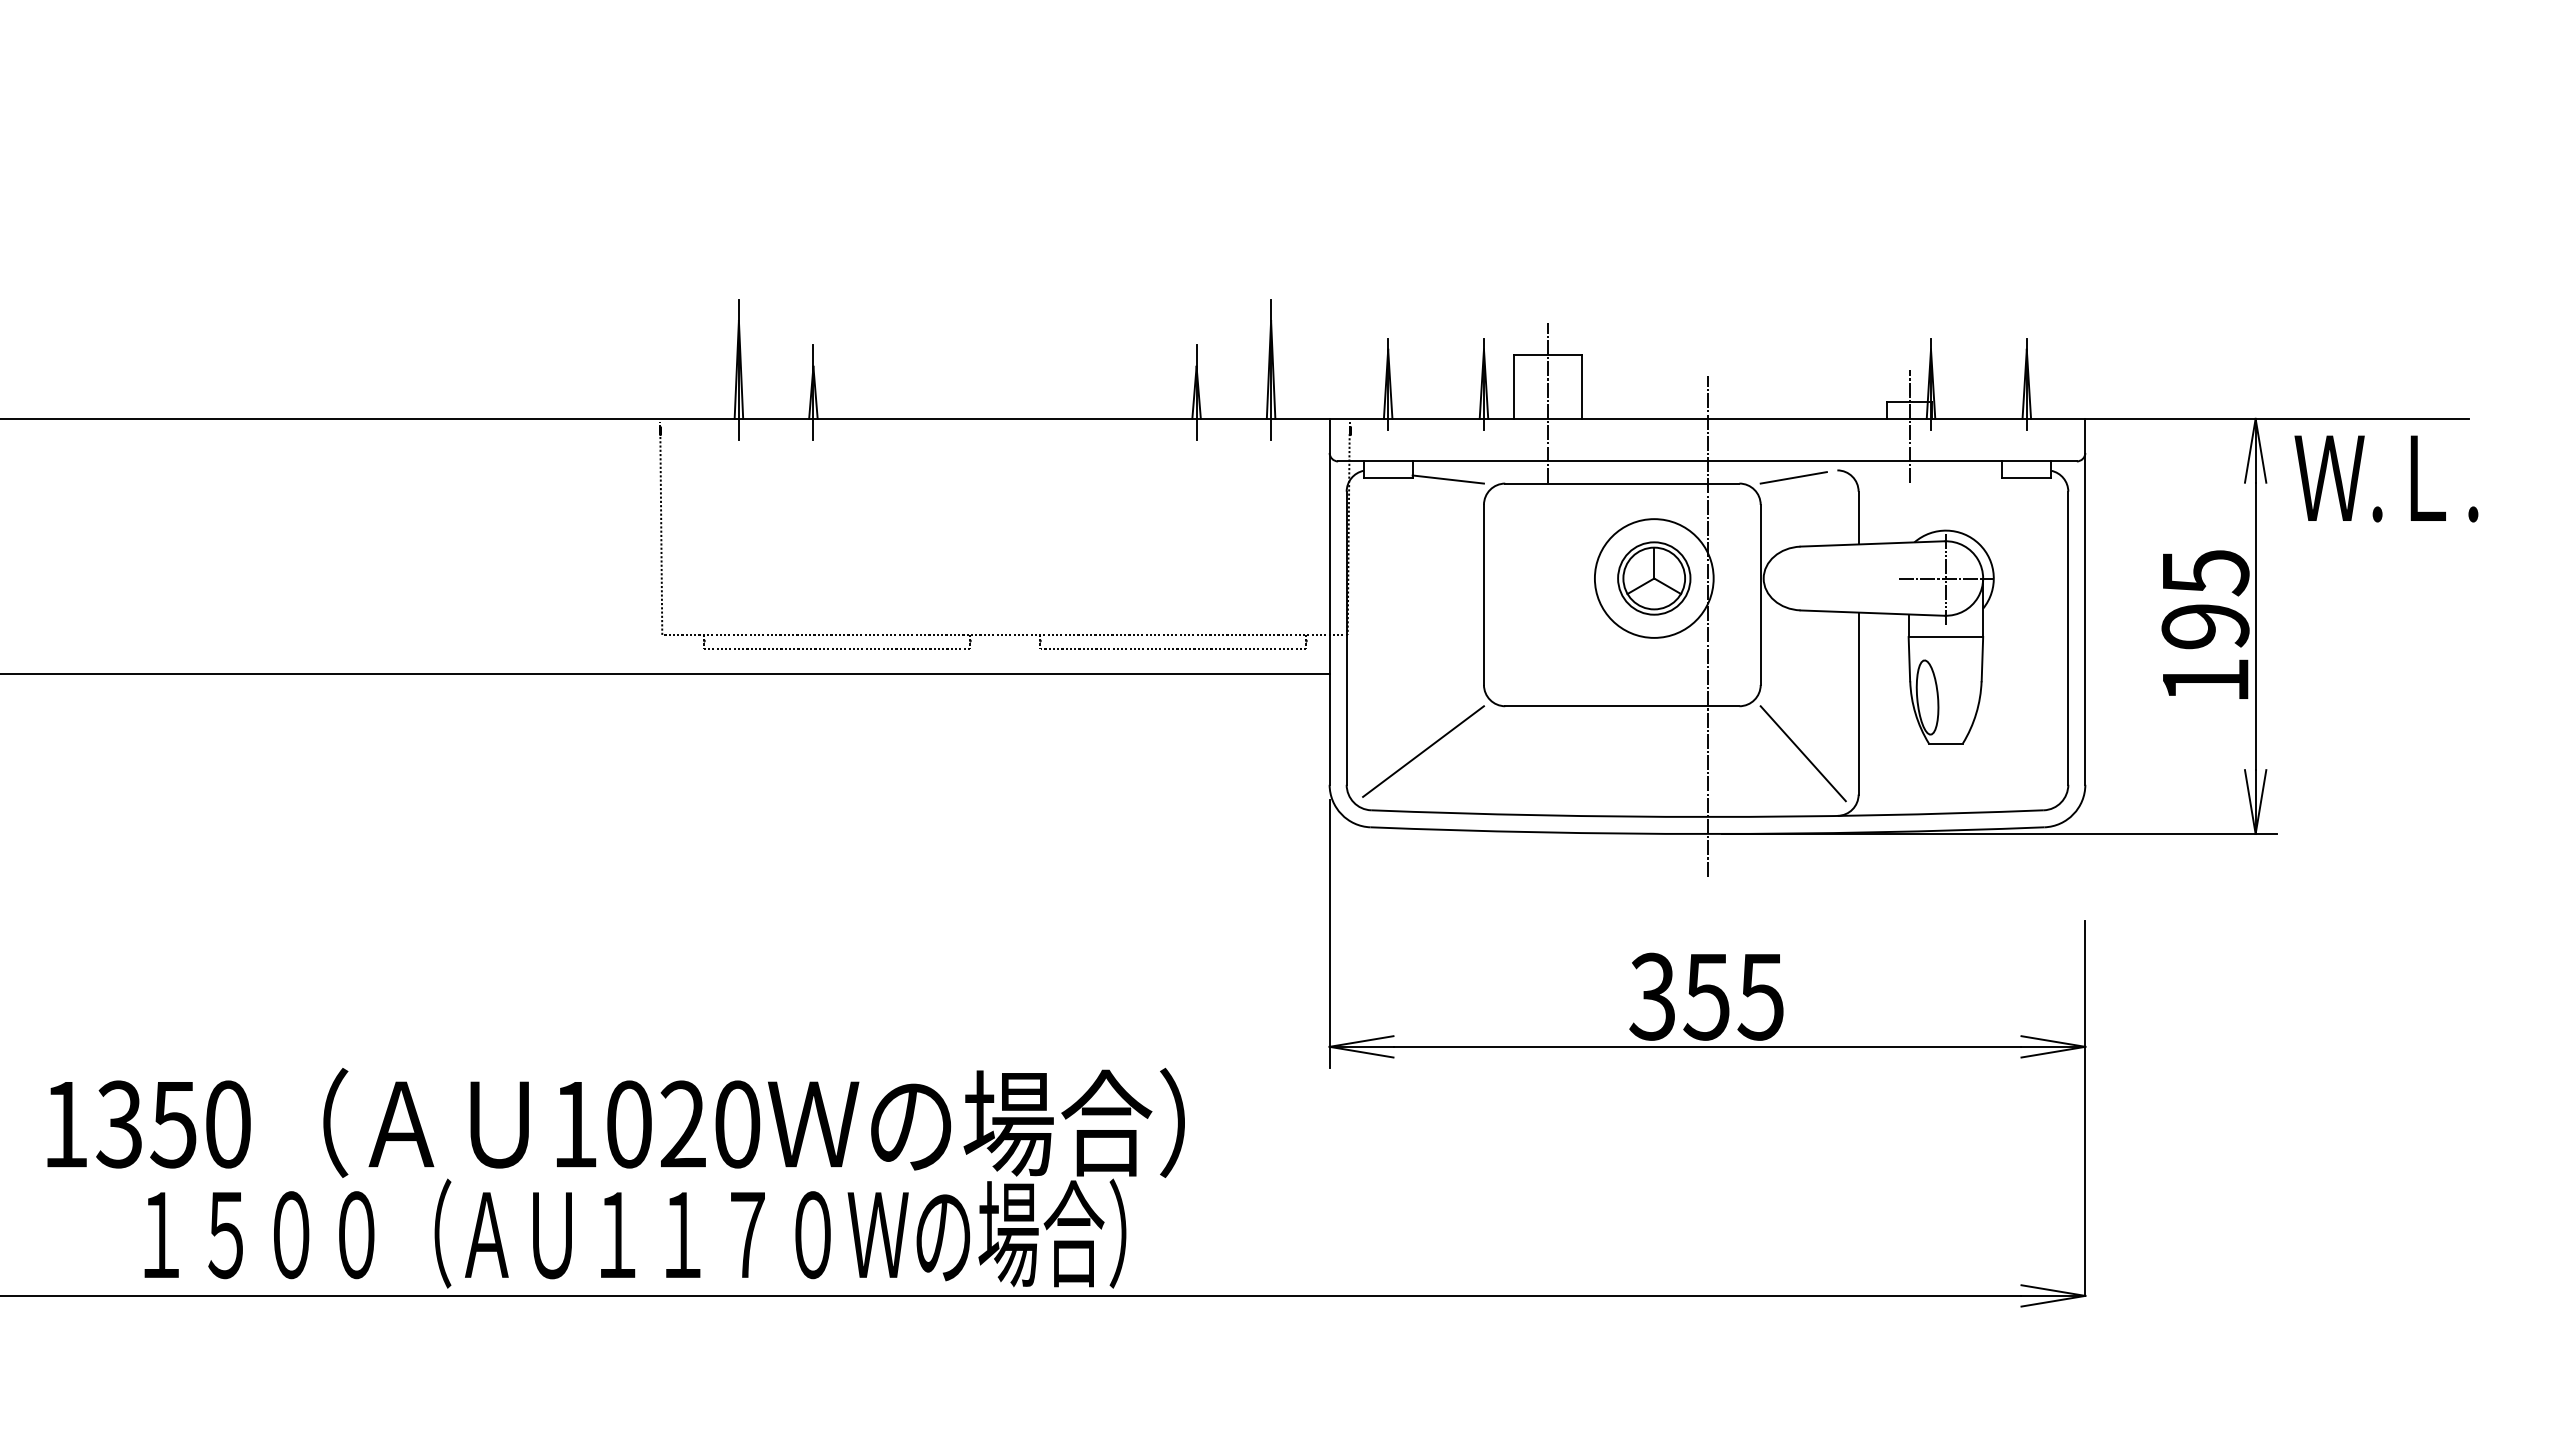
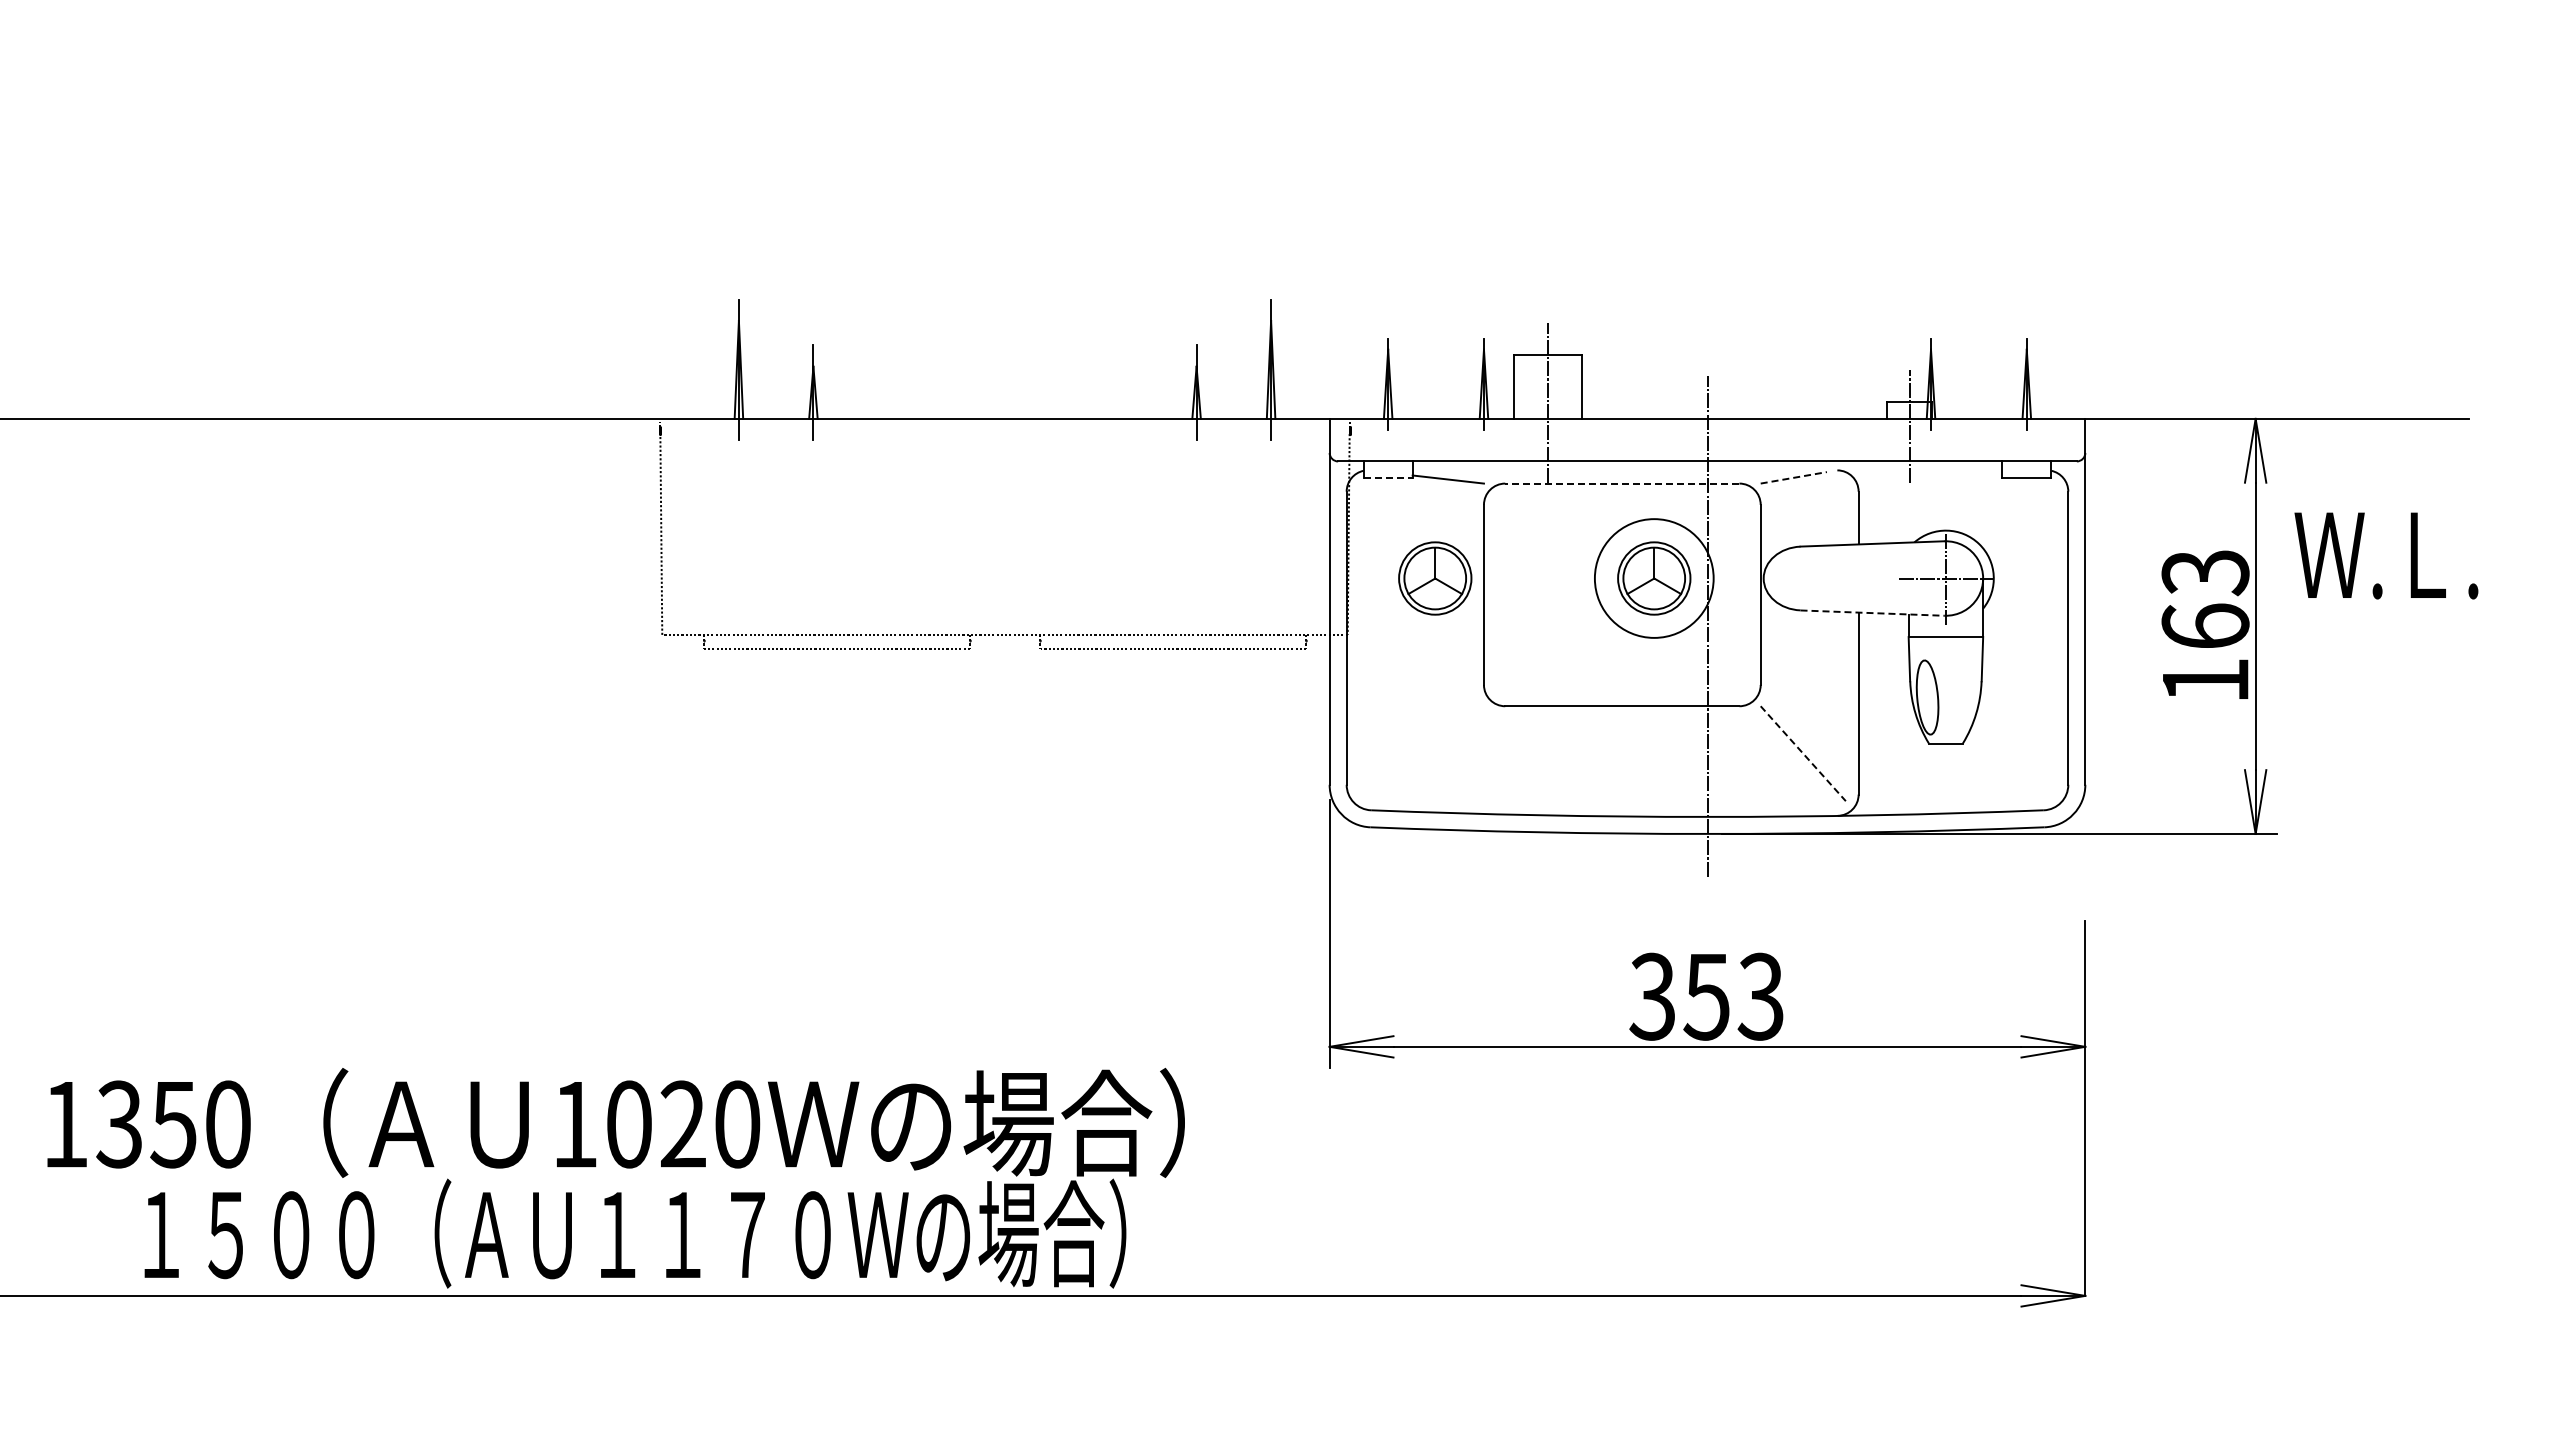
line at (1793, 477): solid -> dashed
line at (1388, 478): solid -> dashed
text at (2386, 478) position: (2386, 478) -> (2386, 555)
line at (1621, 483): solid -> dashed
part at (1435, 578): none -> present
text at (2205, 599): 195 -> 163
line at (1873, 613): solid -> dashed
line at (665, 674): present -> none
line at (1423, 751): present -> none
line at (1803, 753): solid -> dashed
text at (1760, 996): 355 -> 353
